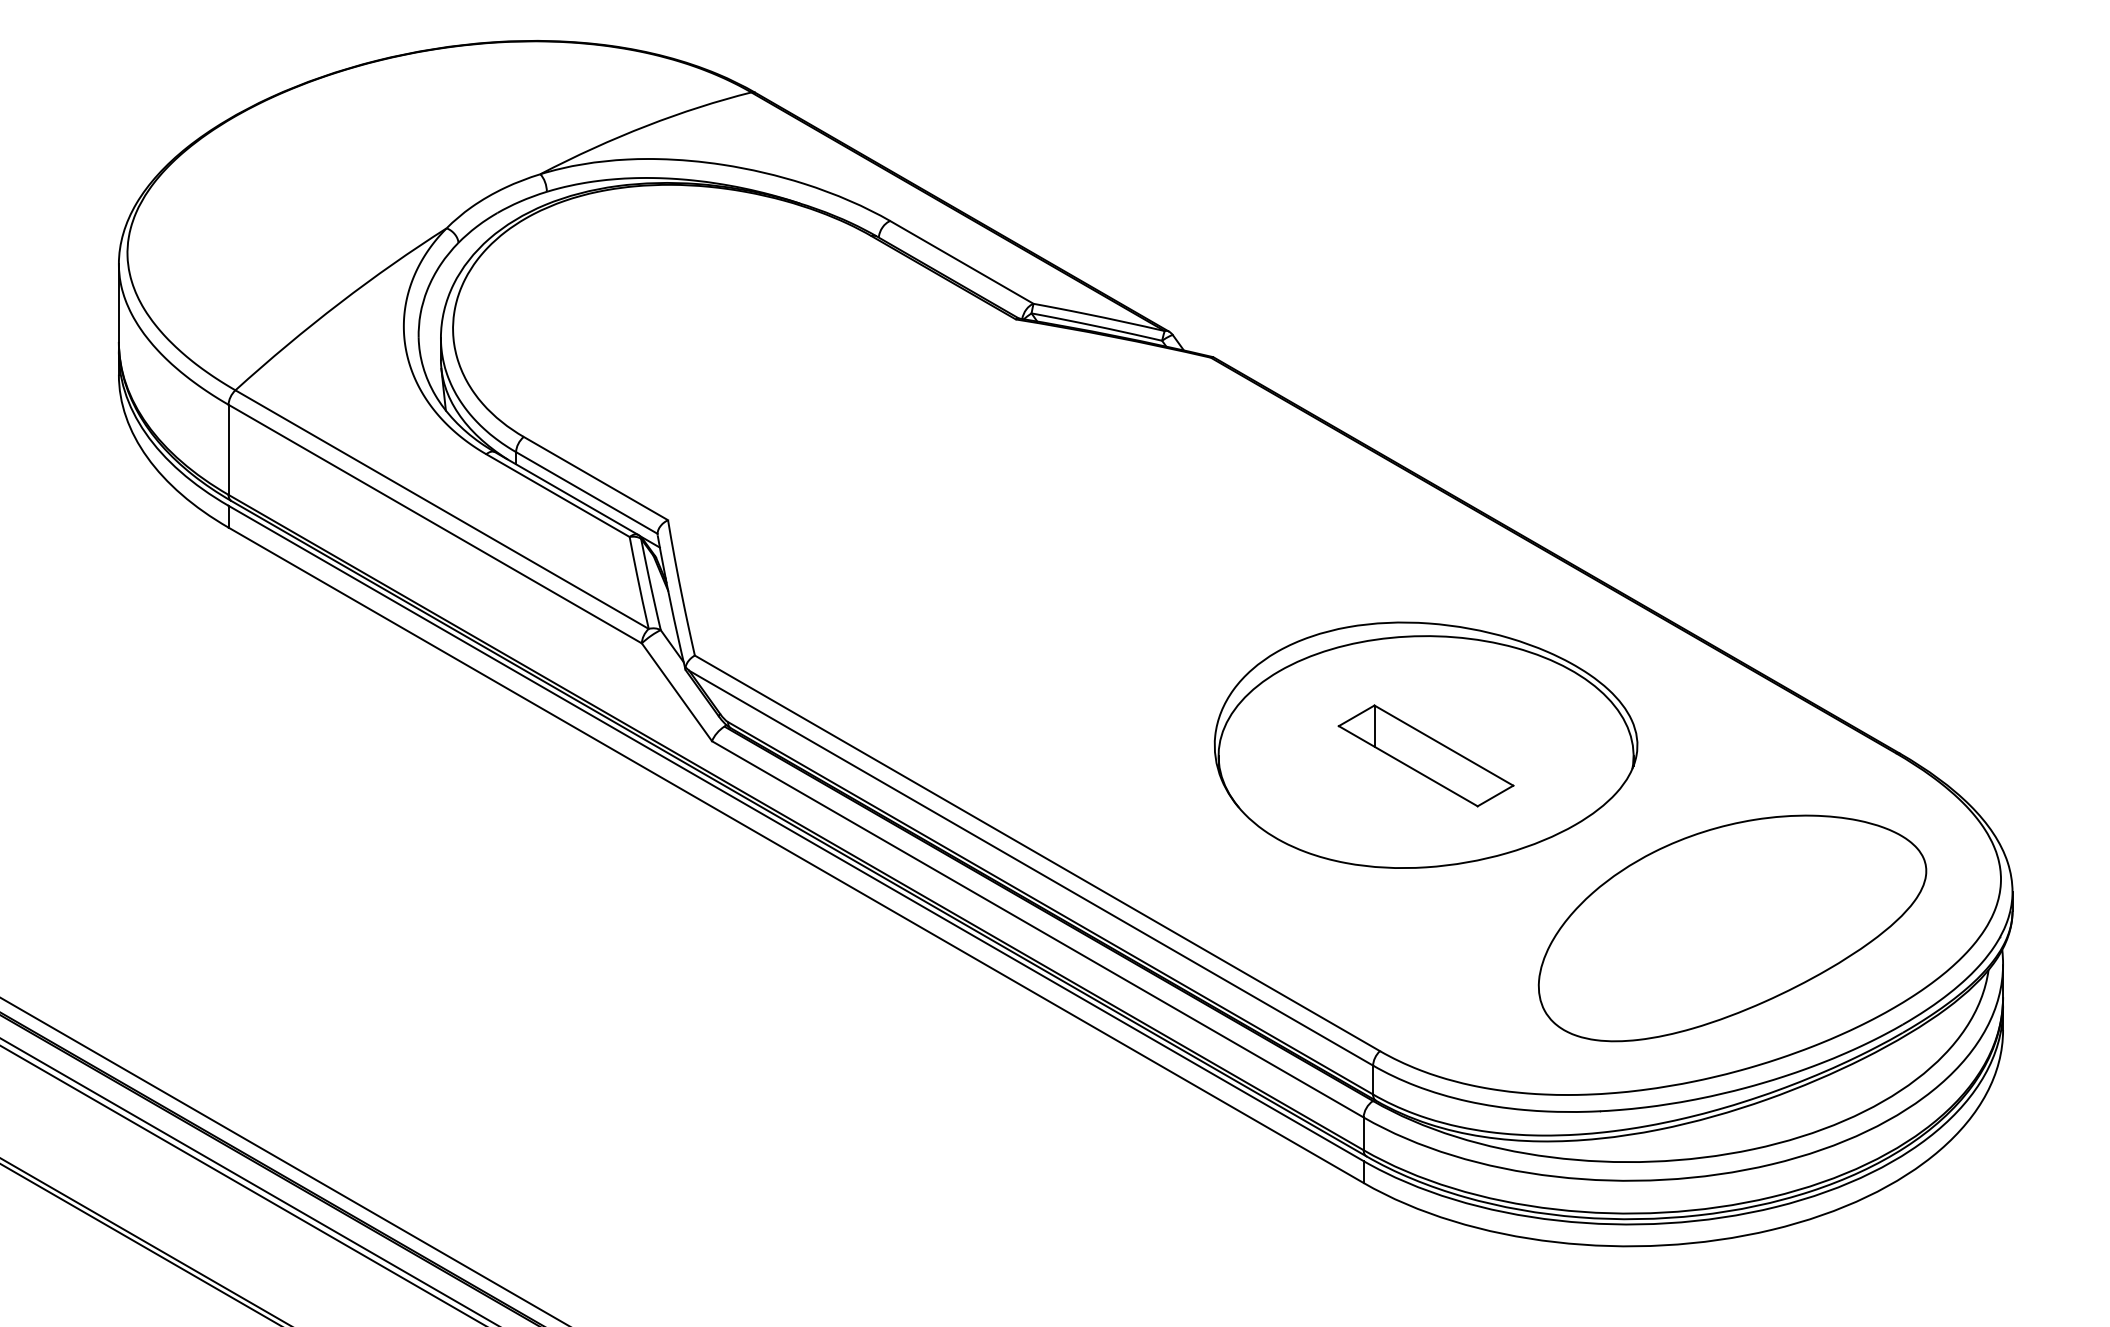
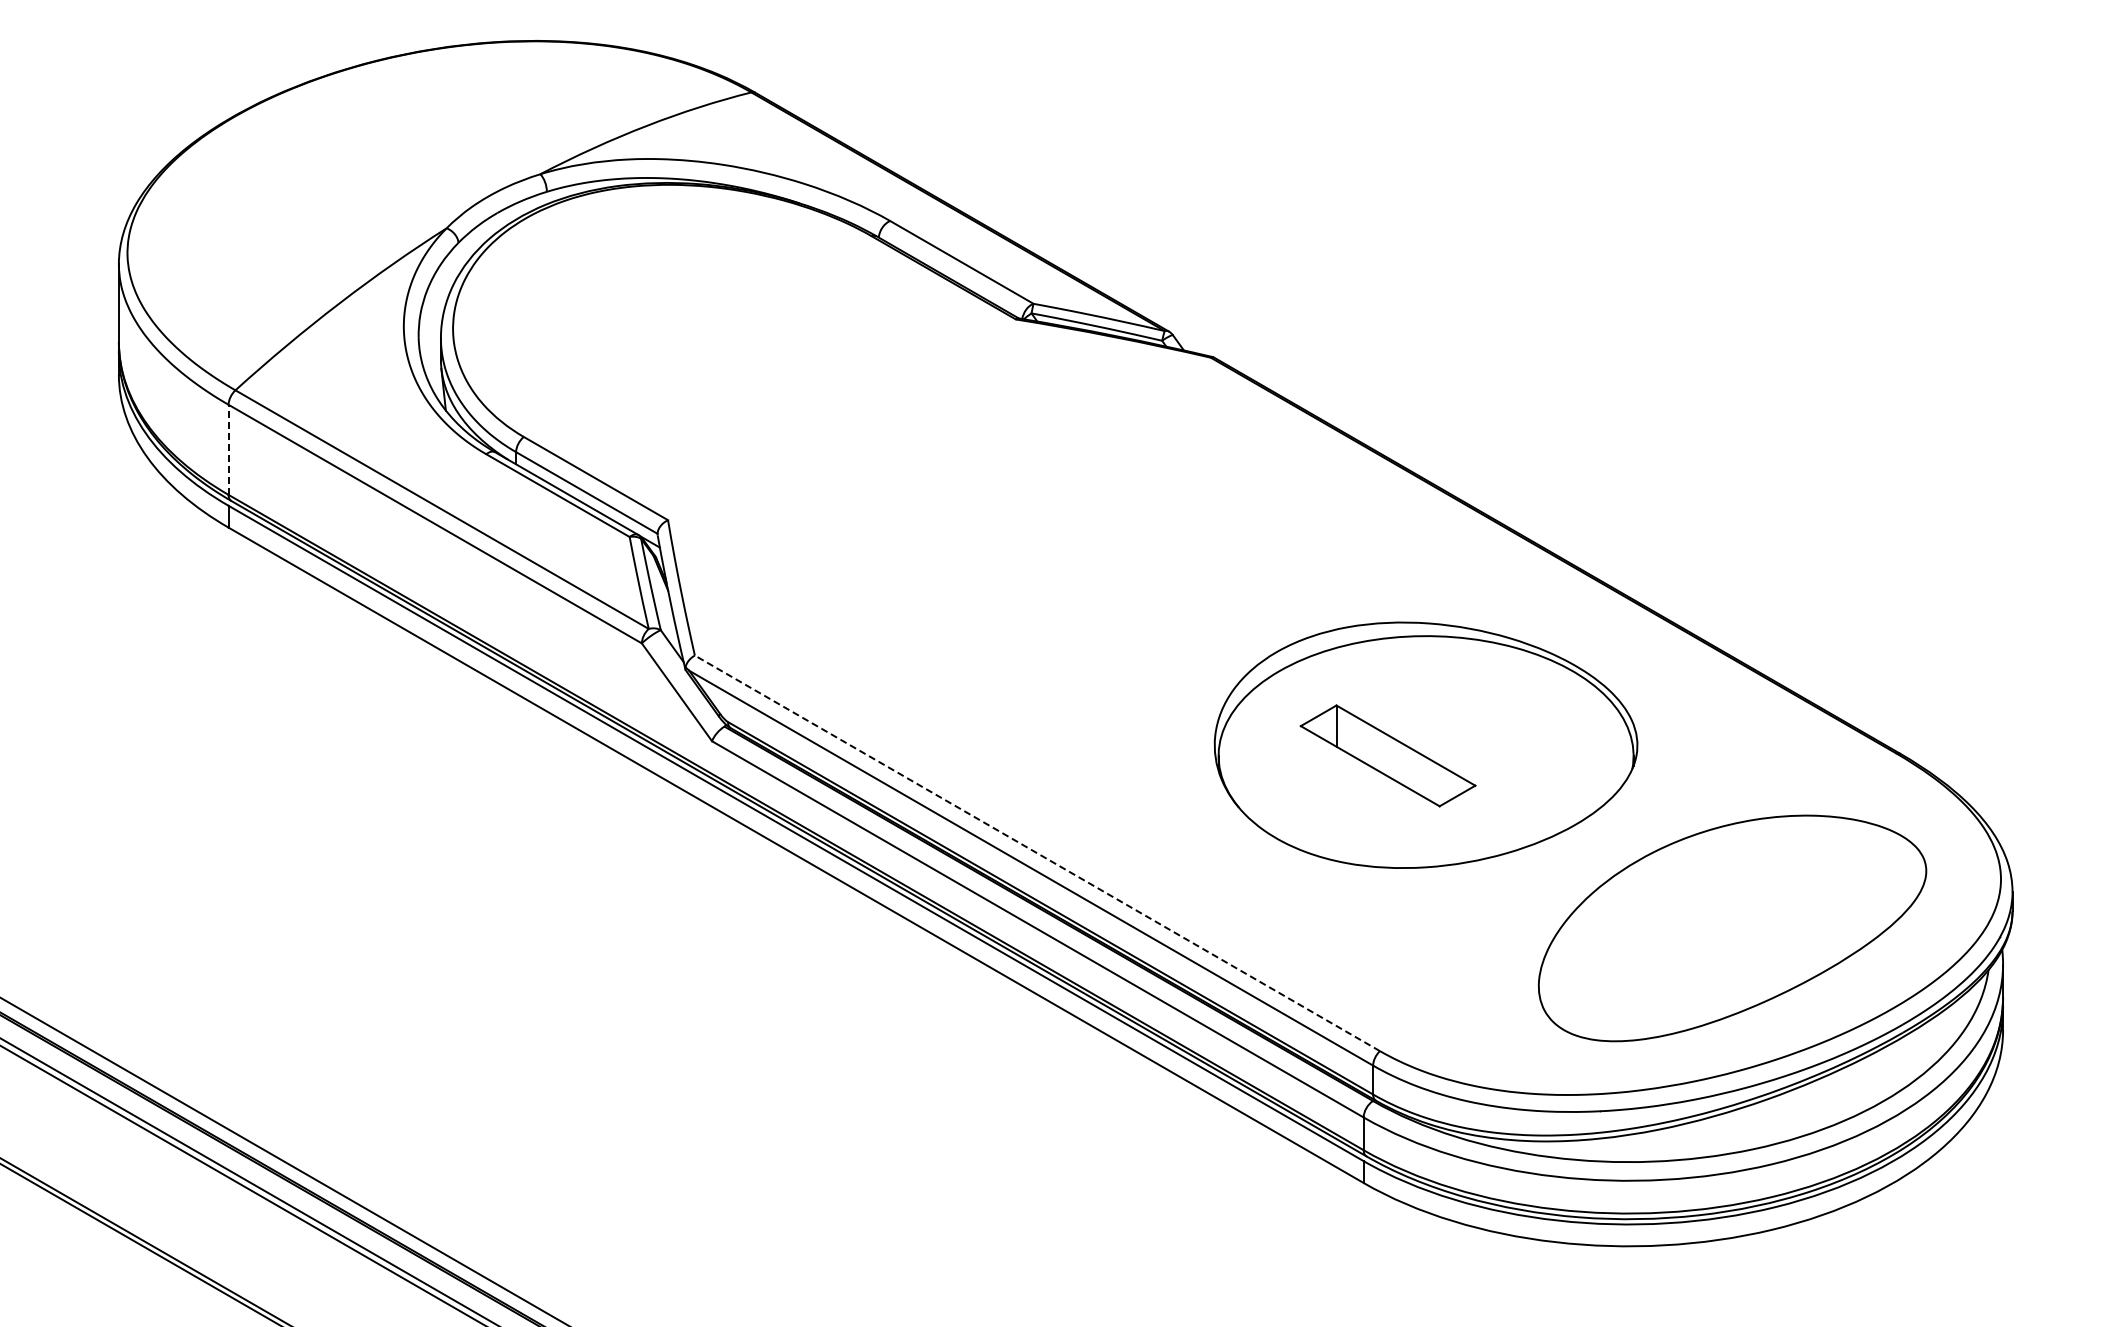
line at (228, 449): solid -> dashed
part at (1425, 755) position: (1425, 755) -> (1387, 755)
line at (1037, 853): solid -> dashed
